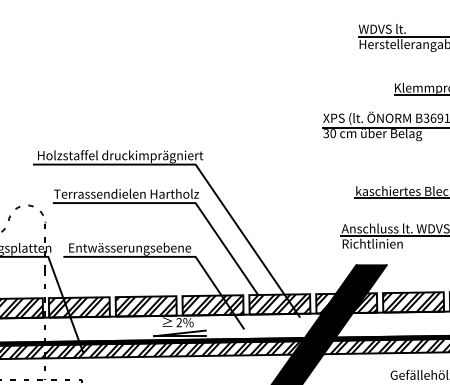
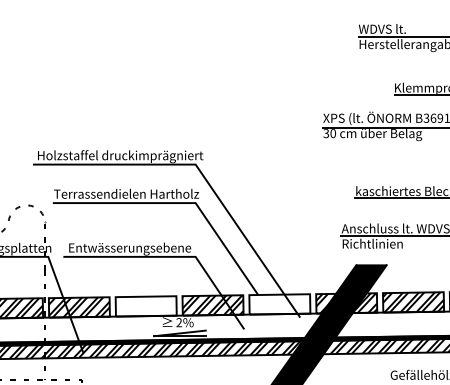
hatch at (279, 304): present -> none
hatch at (145, 306): present -> none
